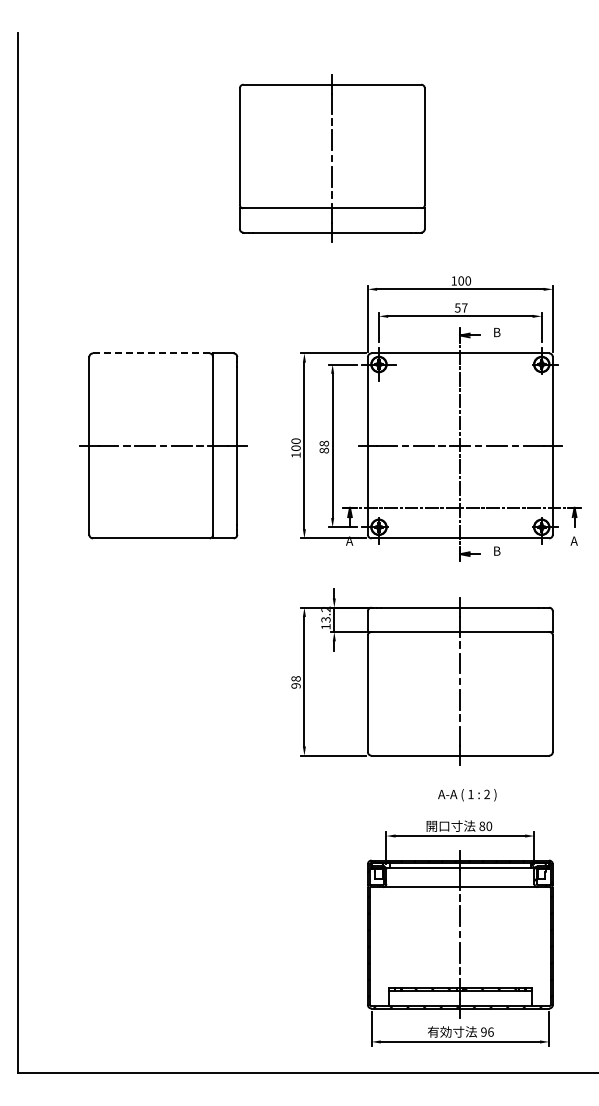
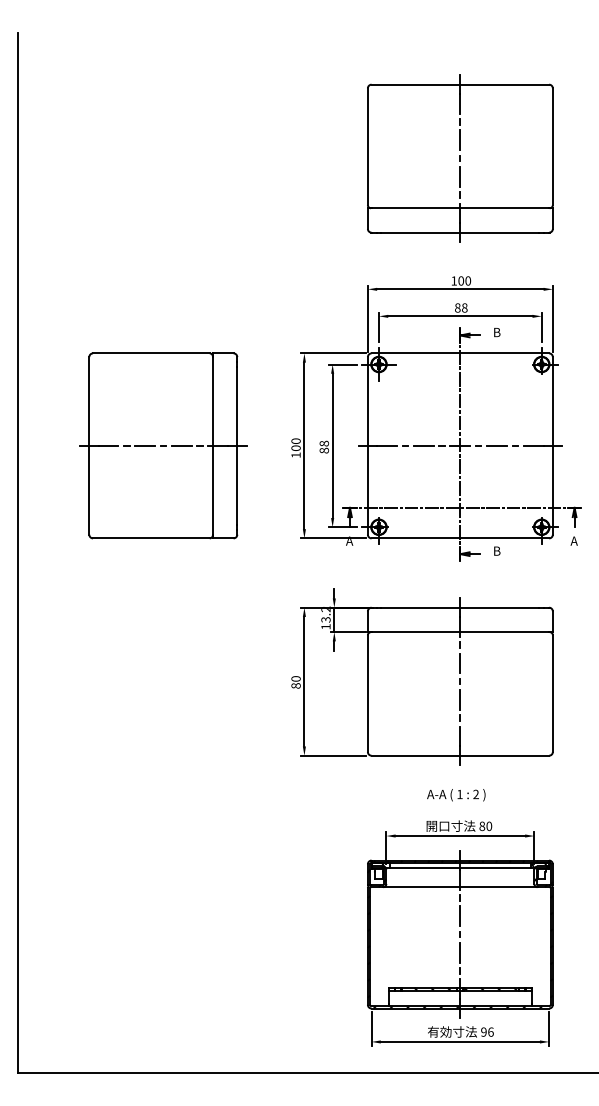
part at (332, 158) position: (332, 158) -> (460, 158)
text at (460, 307): 57 -> 88
line at (150, 353): dashed -> solid
text at (295, 682): 98 -> 80
text at (467, 795) position: (467, 795) -> (456, 795)
